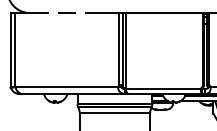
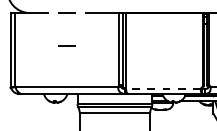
line at (66, 45): none -> present
line at (163, 88): solid -> dashed
